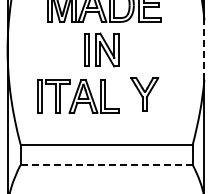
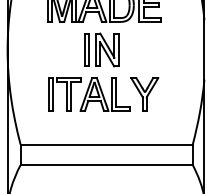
line at (204, 50): dashed -> solid
part at (78, 96) position: (78, 96) -> (89, 94)
line at (106, 165): dashed -> solid
